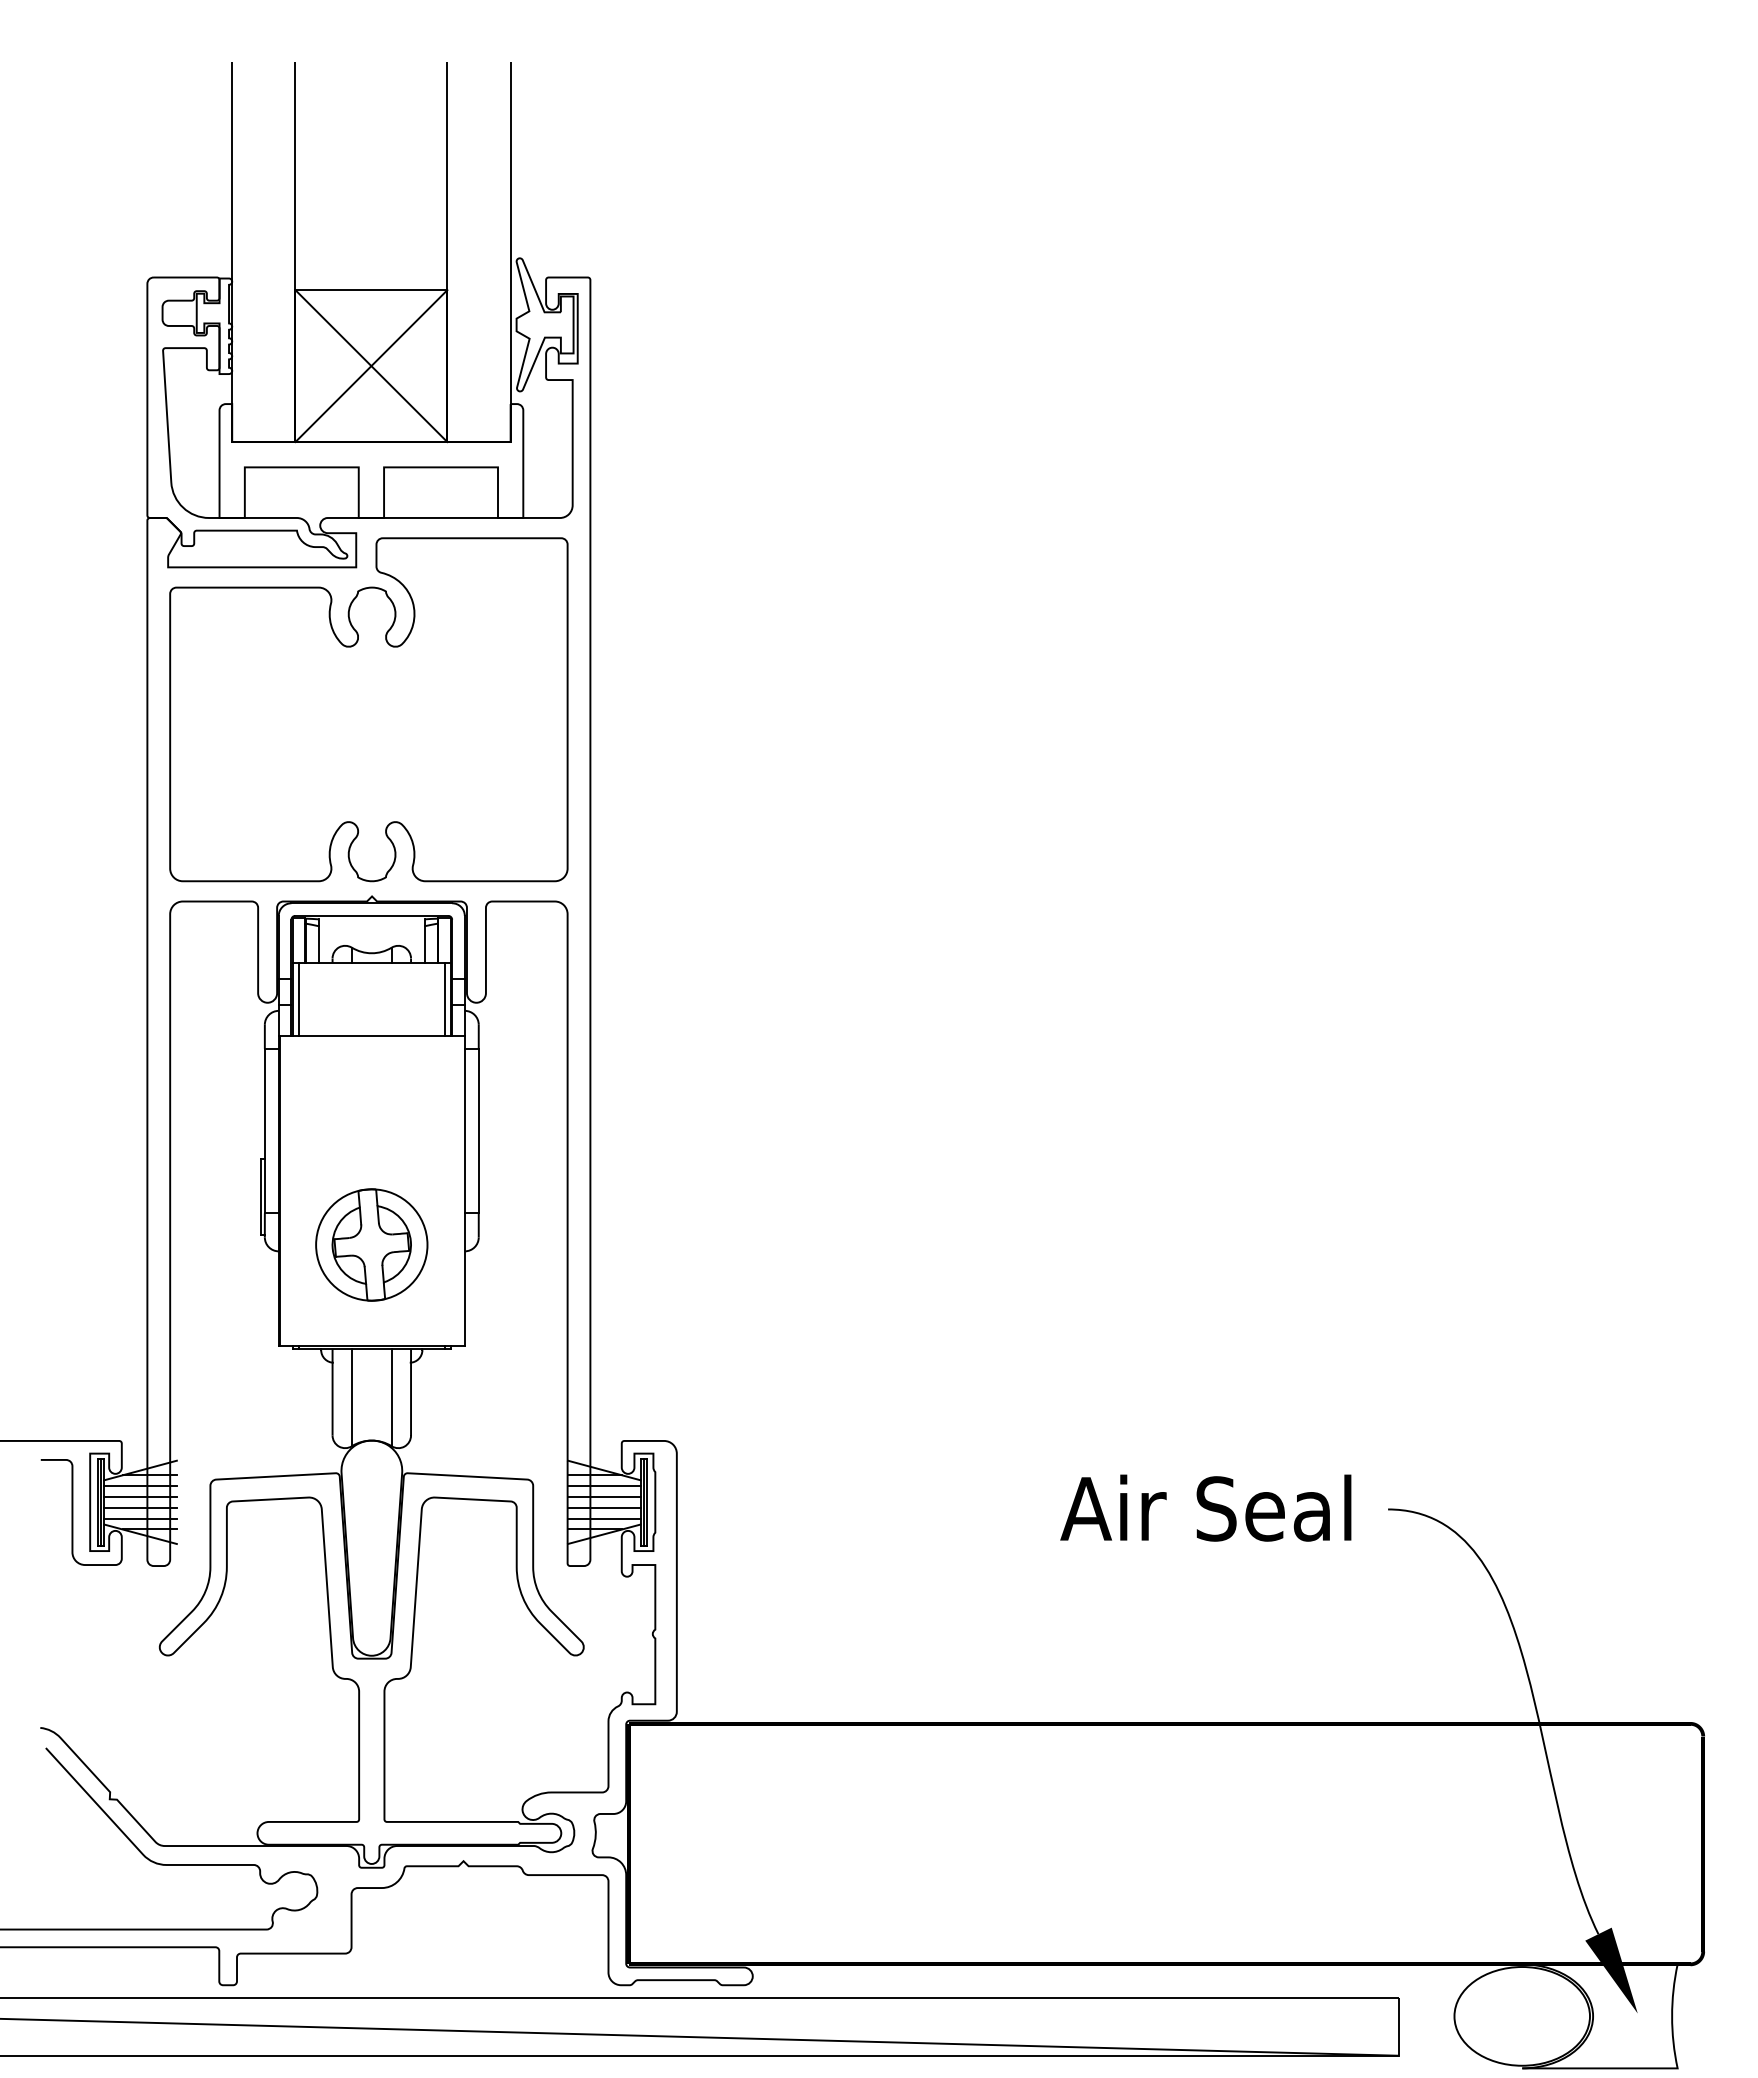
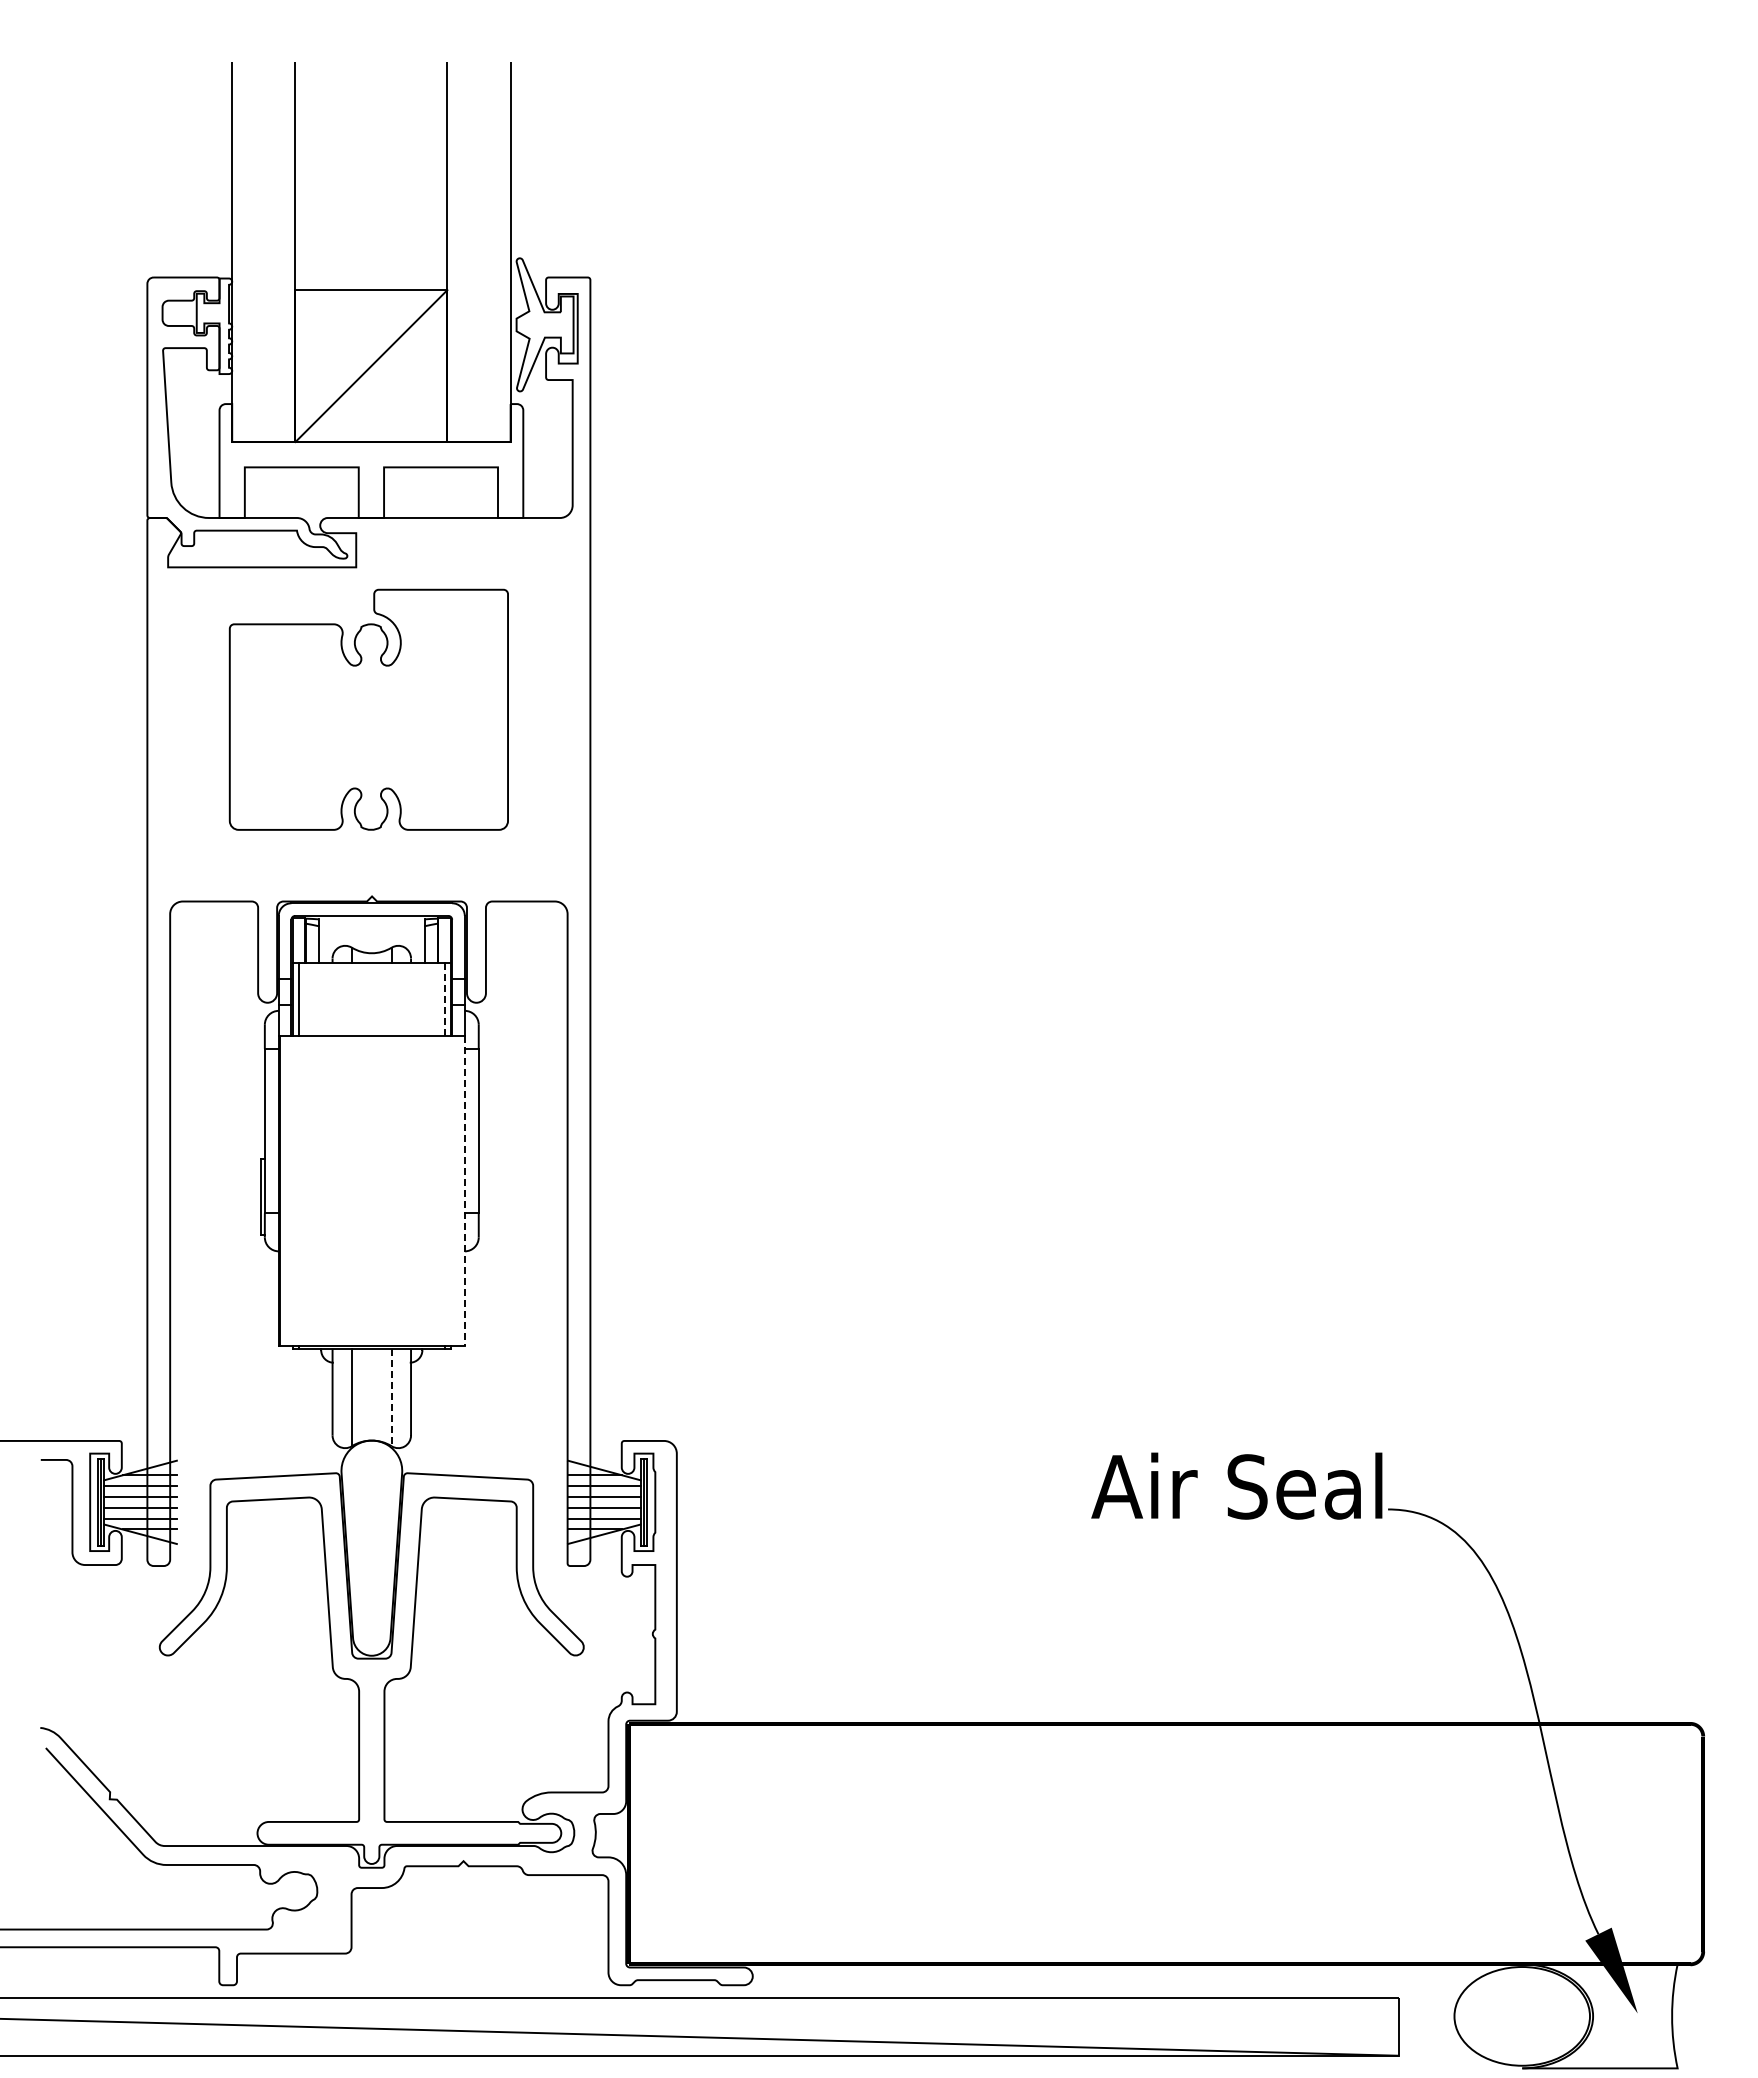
line at (371, 366): present -> none
part at (368, 709) size: 400x346 px -> 281x243 px
line at (444, 999): solid -> dashed
line at (464, 1191): solid -> dashed
part at (371, 1244): present -> none
line at (391, 1397): solid -> dashed
text at (1205, 1507) position: (1205, 1507) -> (1236, 1485)
